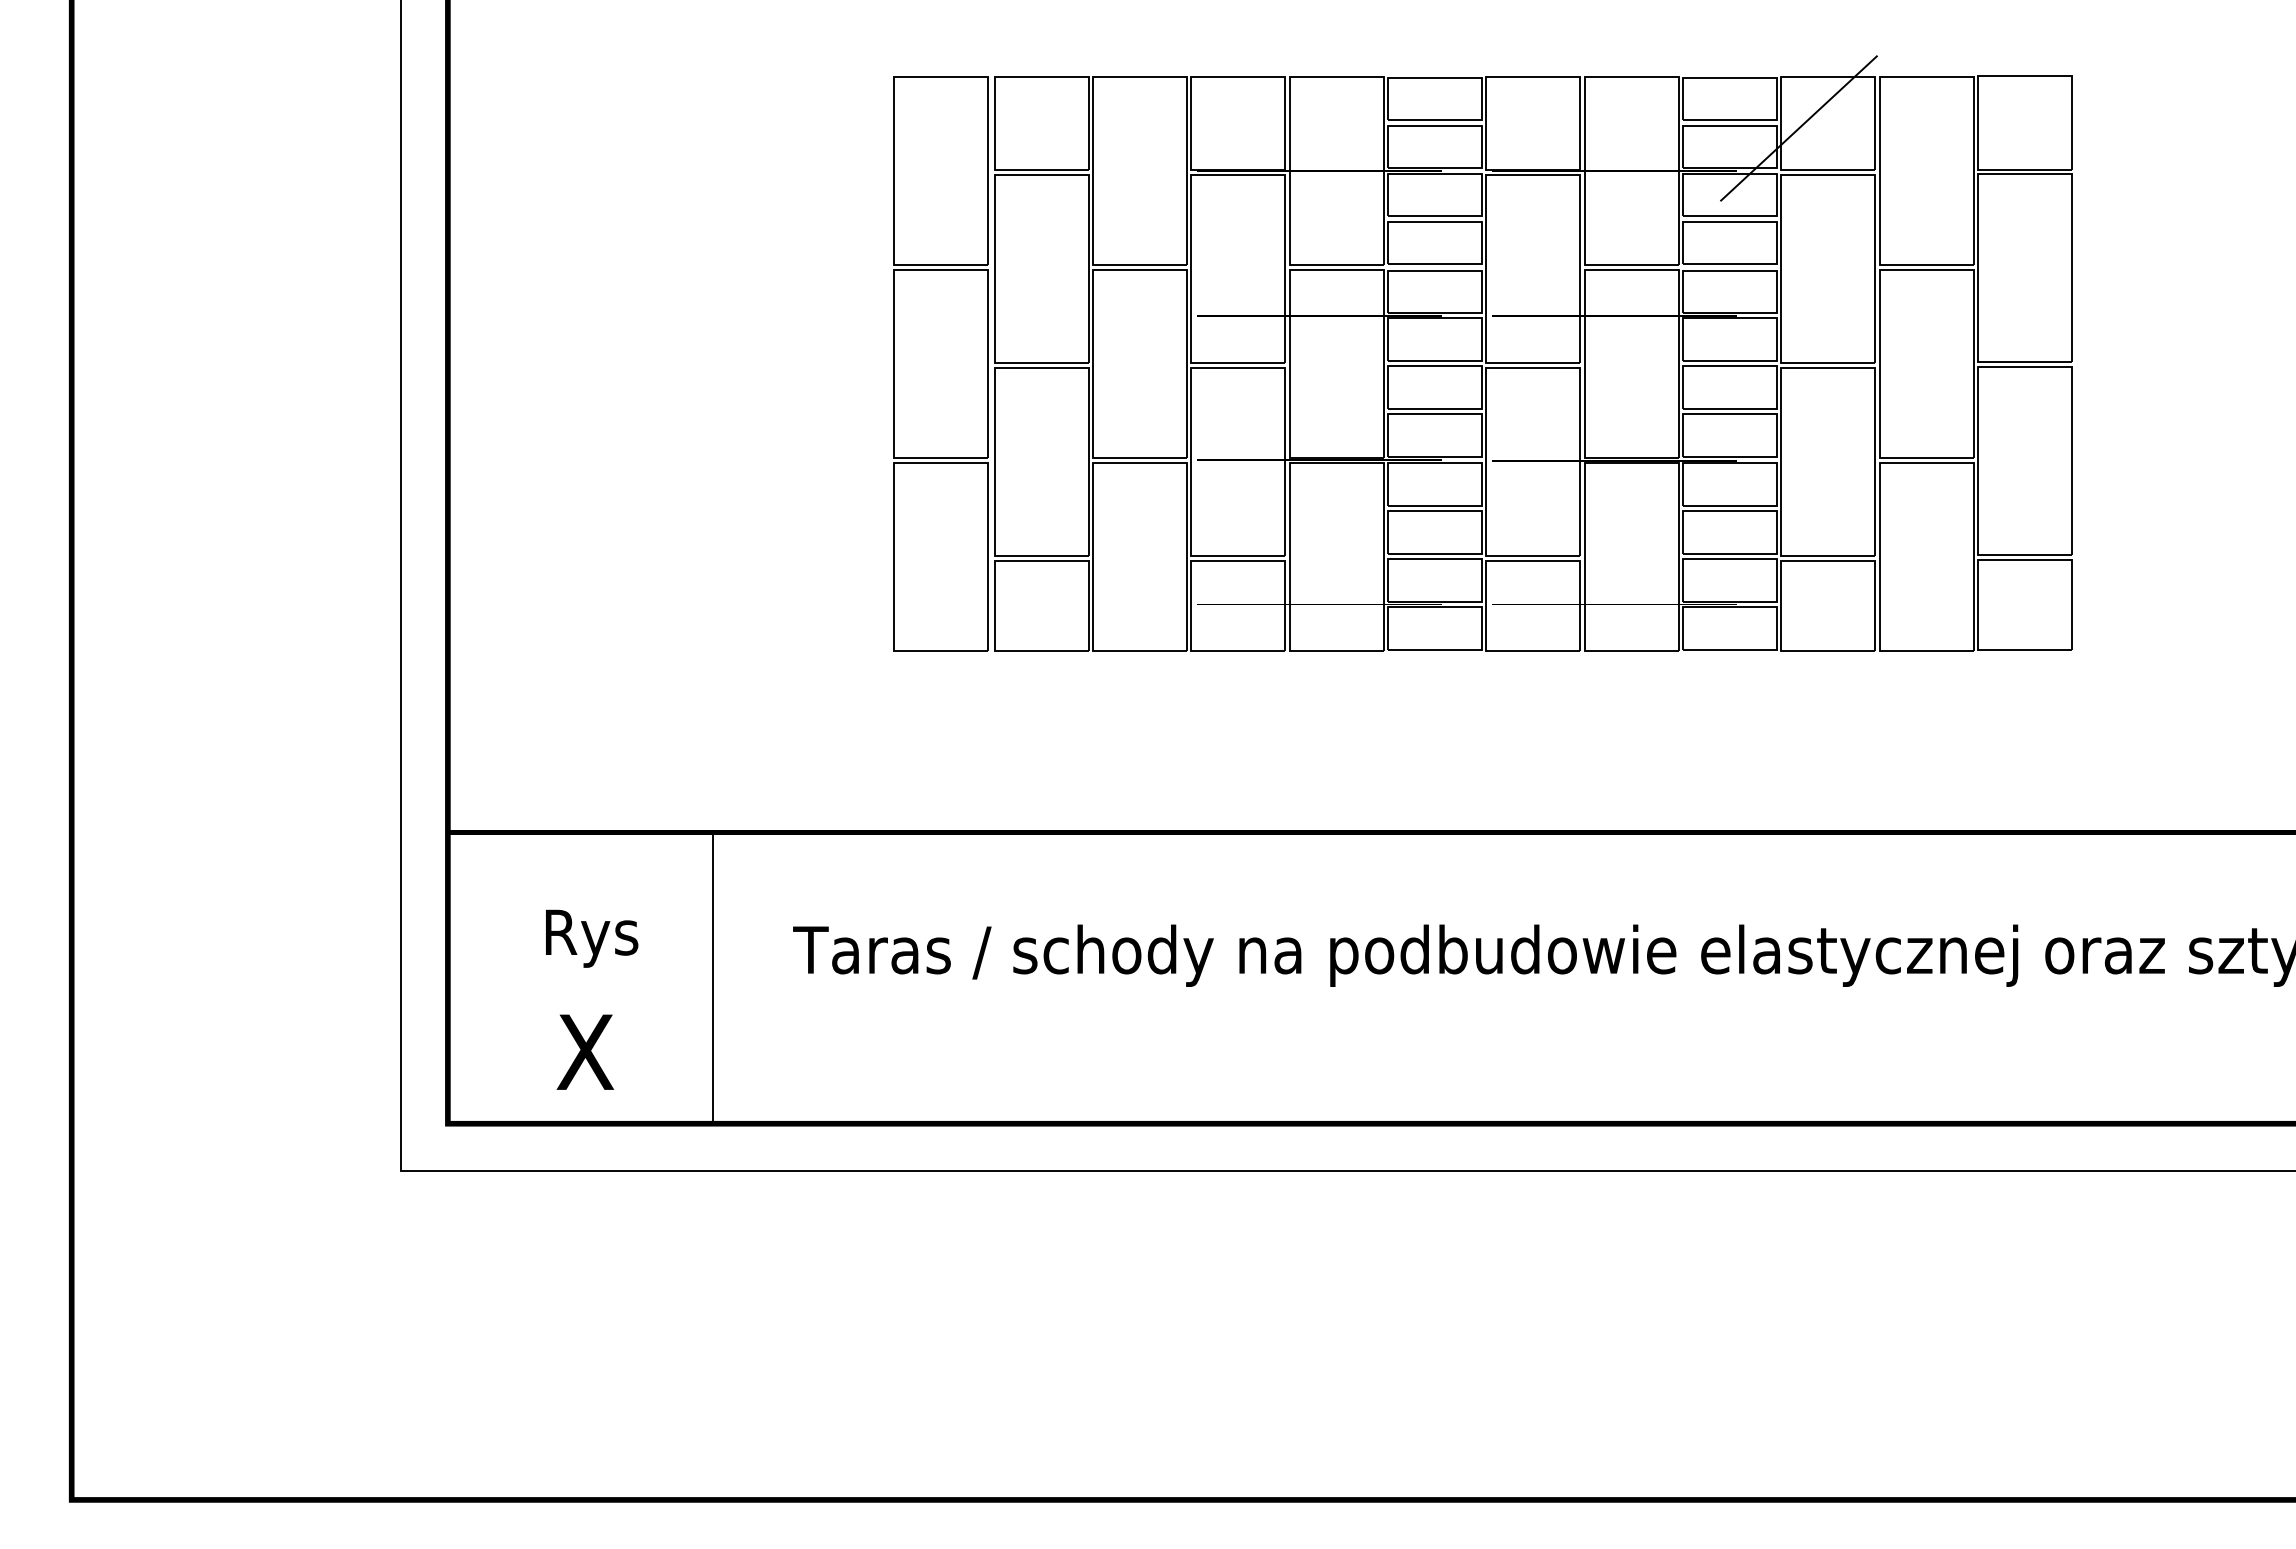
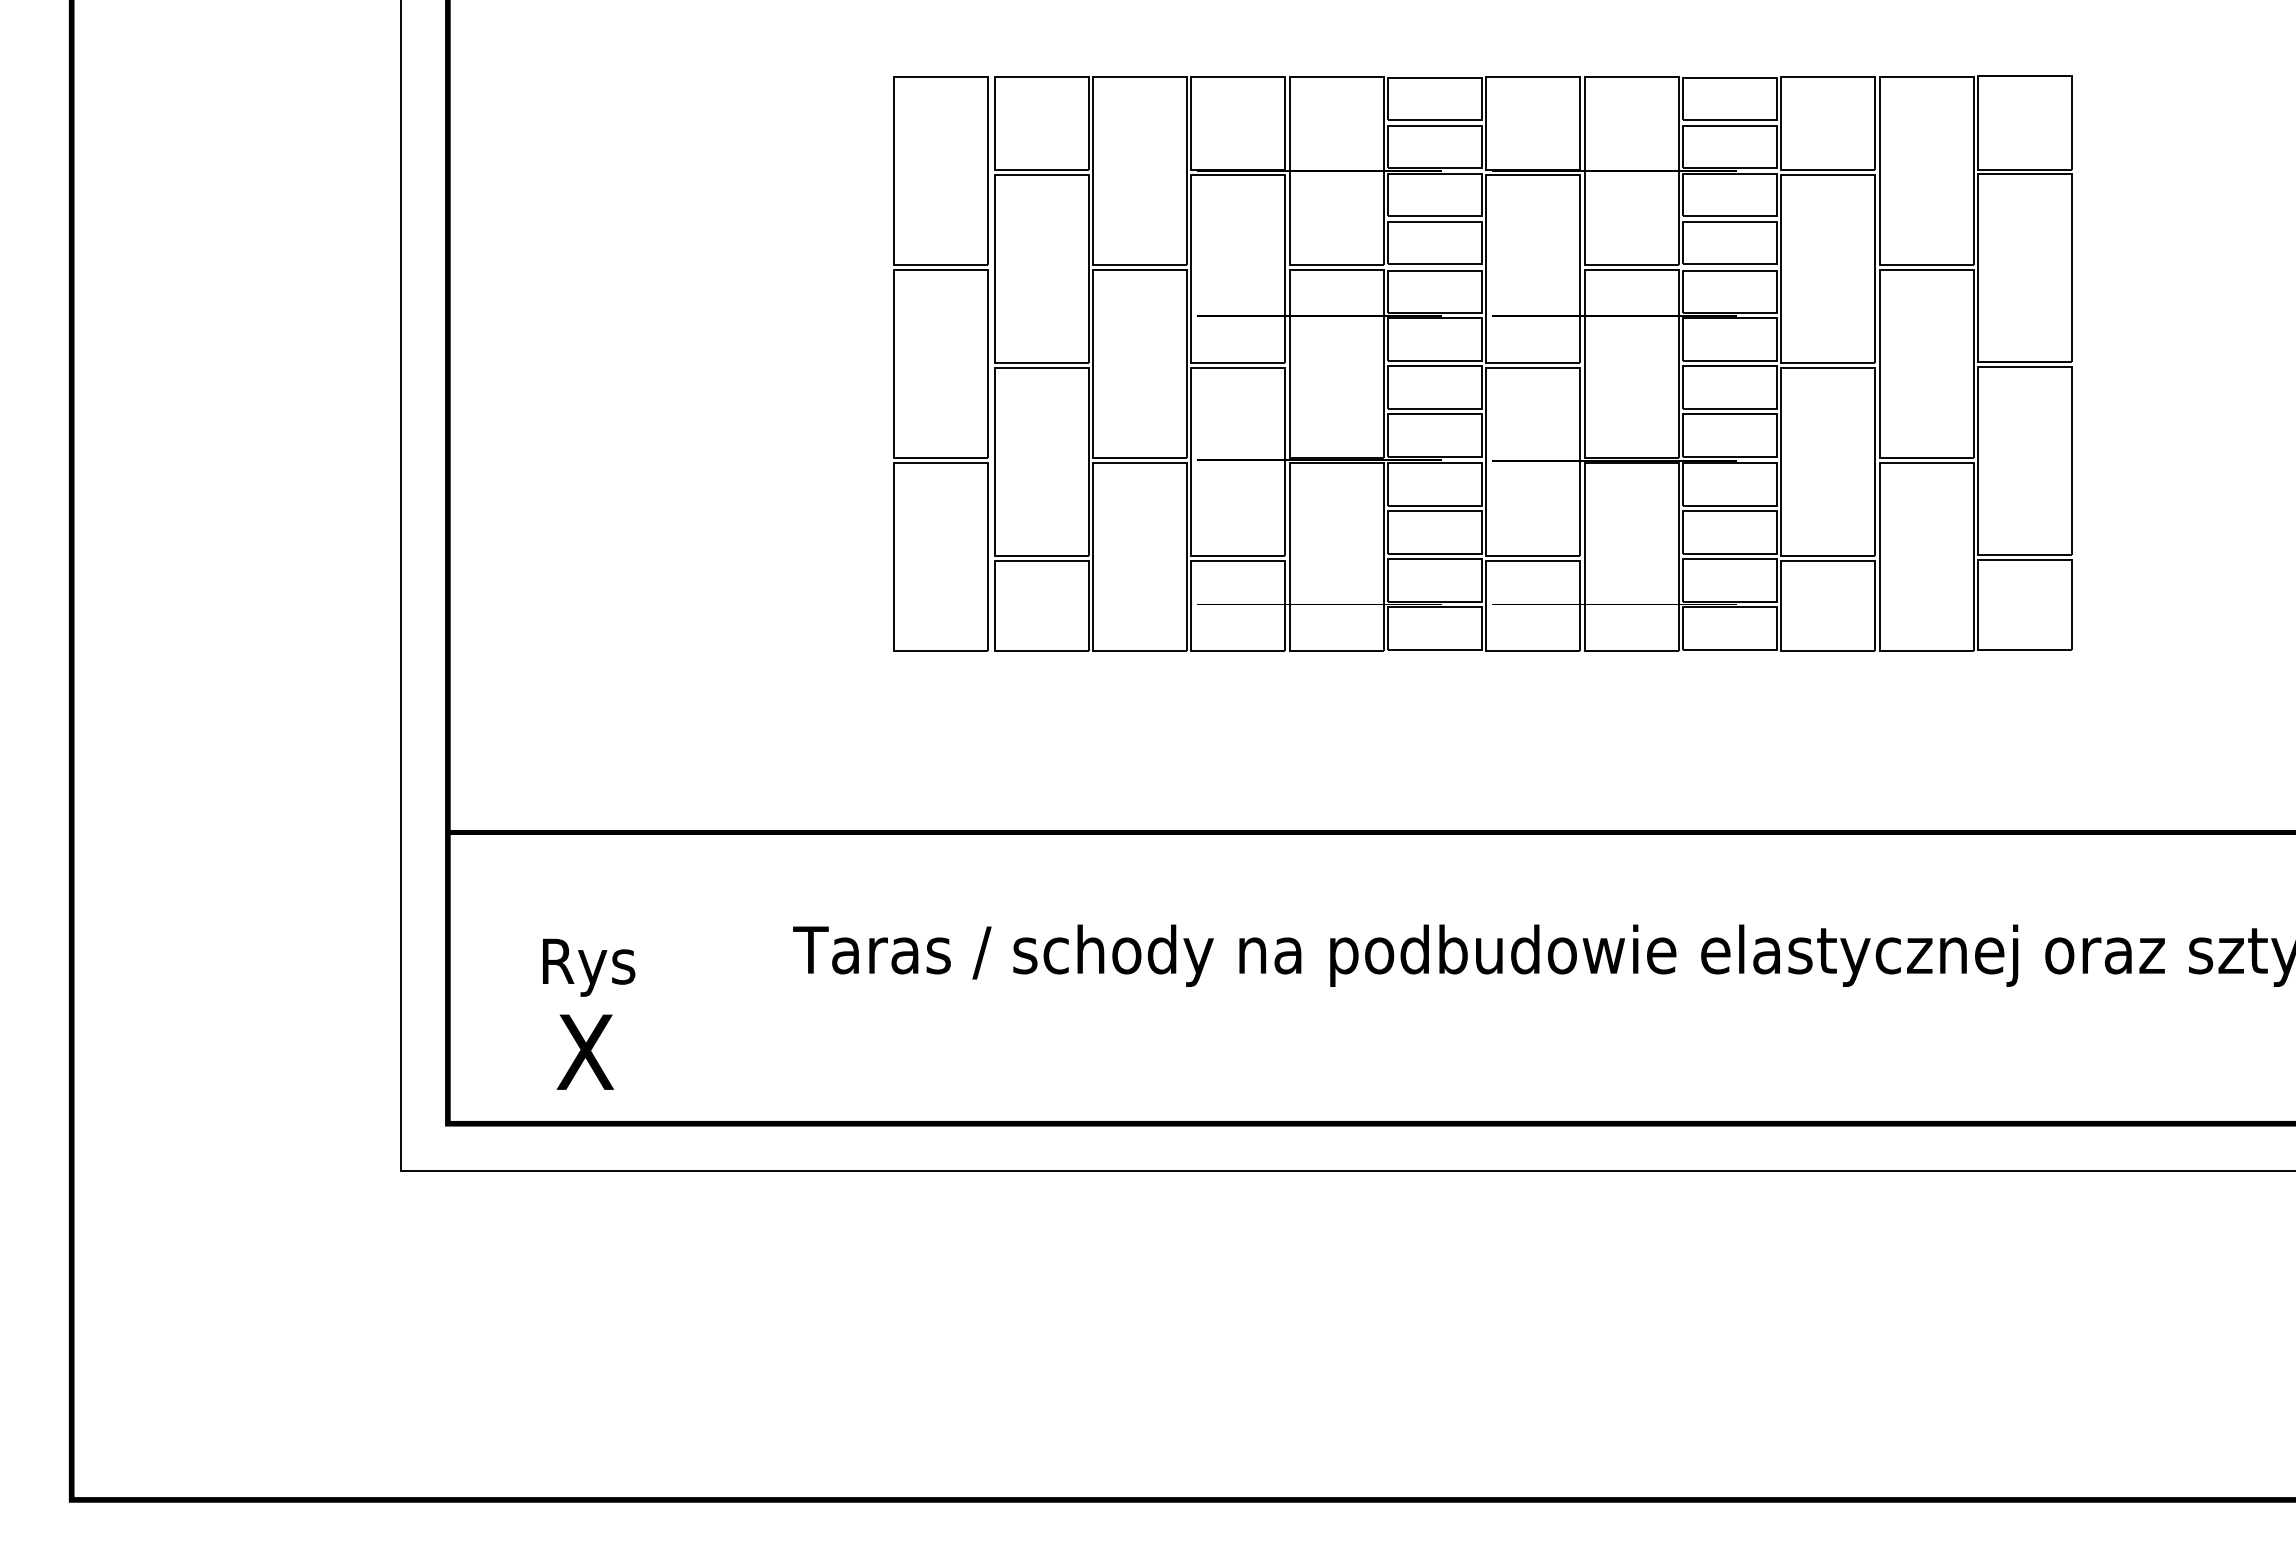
line at (1798, 128): present -> none
text at (592, 938) position: (592, 938) -> (589, 967)
line at (713, 977): present -> none
